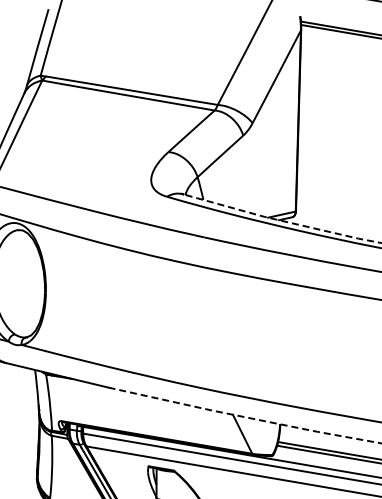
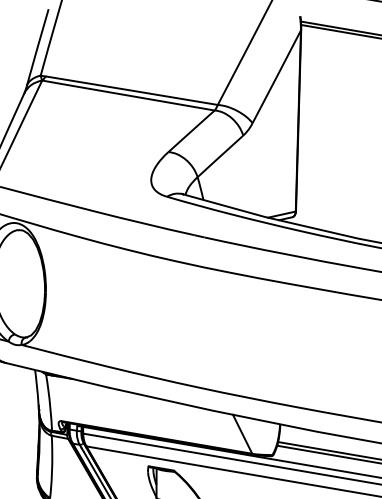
line at (282, 220): dashed -> solid
line at (245, 417): dashed -> solid
